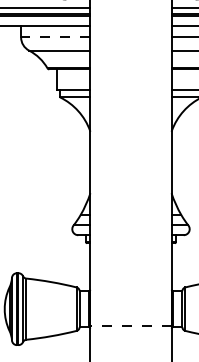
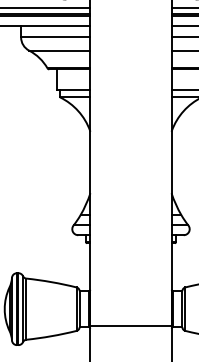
line at (55, 37): dashed -> solid
line at (131, 326): dashed -> solid
